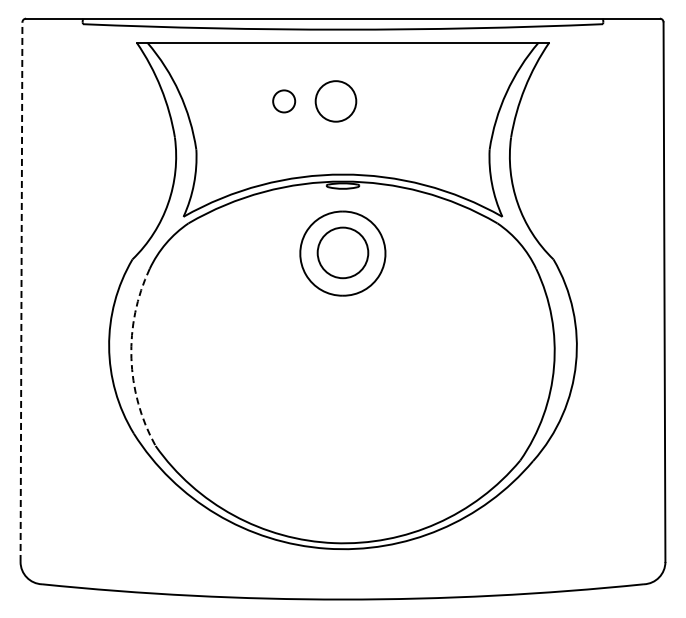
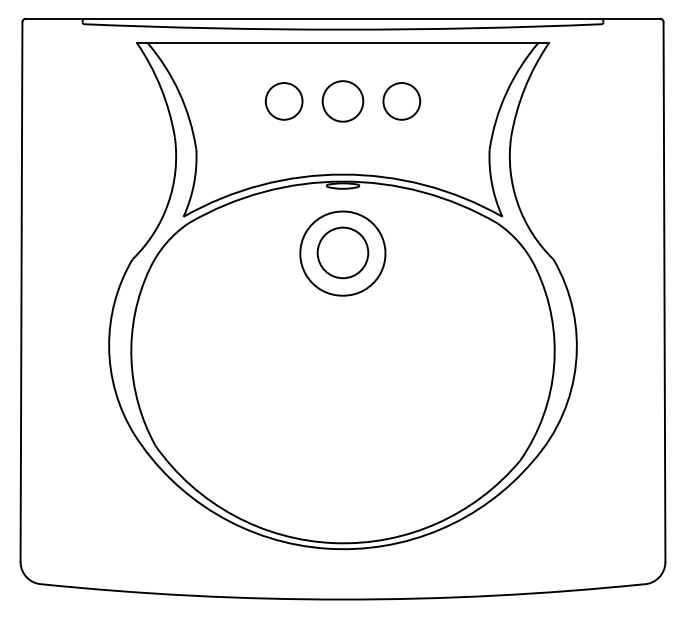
circle at (284, 101) diameter: 22 px -> 37 px
circle at (335, 101) position: (335, 101) -> (342, 101)
circle at (401, 101): none -> present
line at (21, 292): dashed -> solid
arc at (131, 358): dashed -> solid
